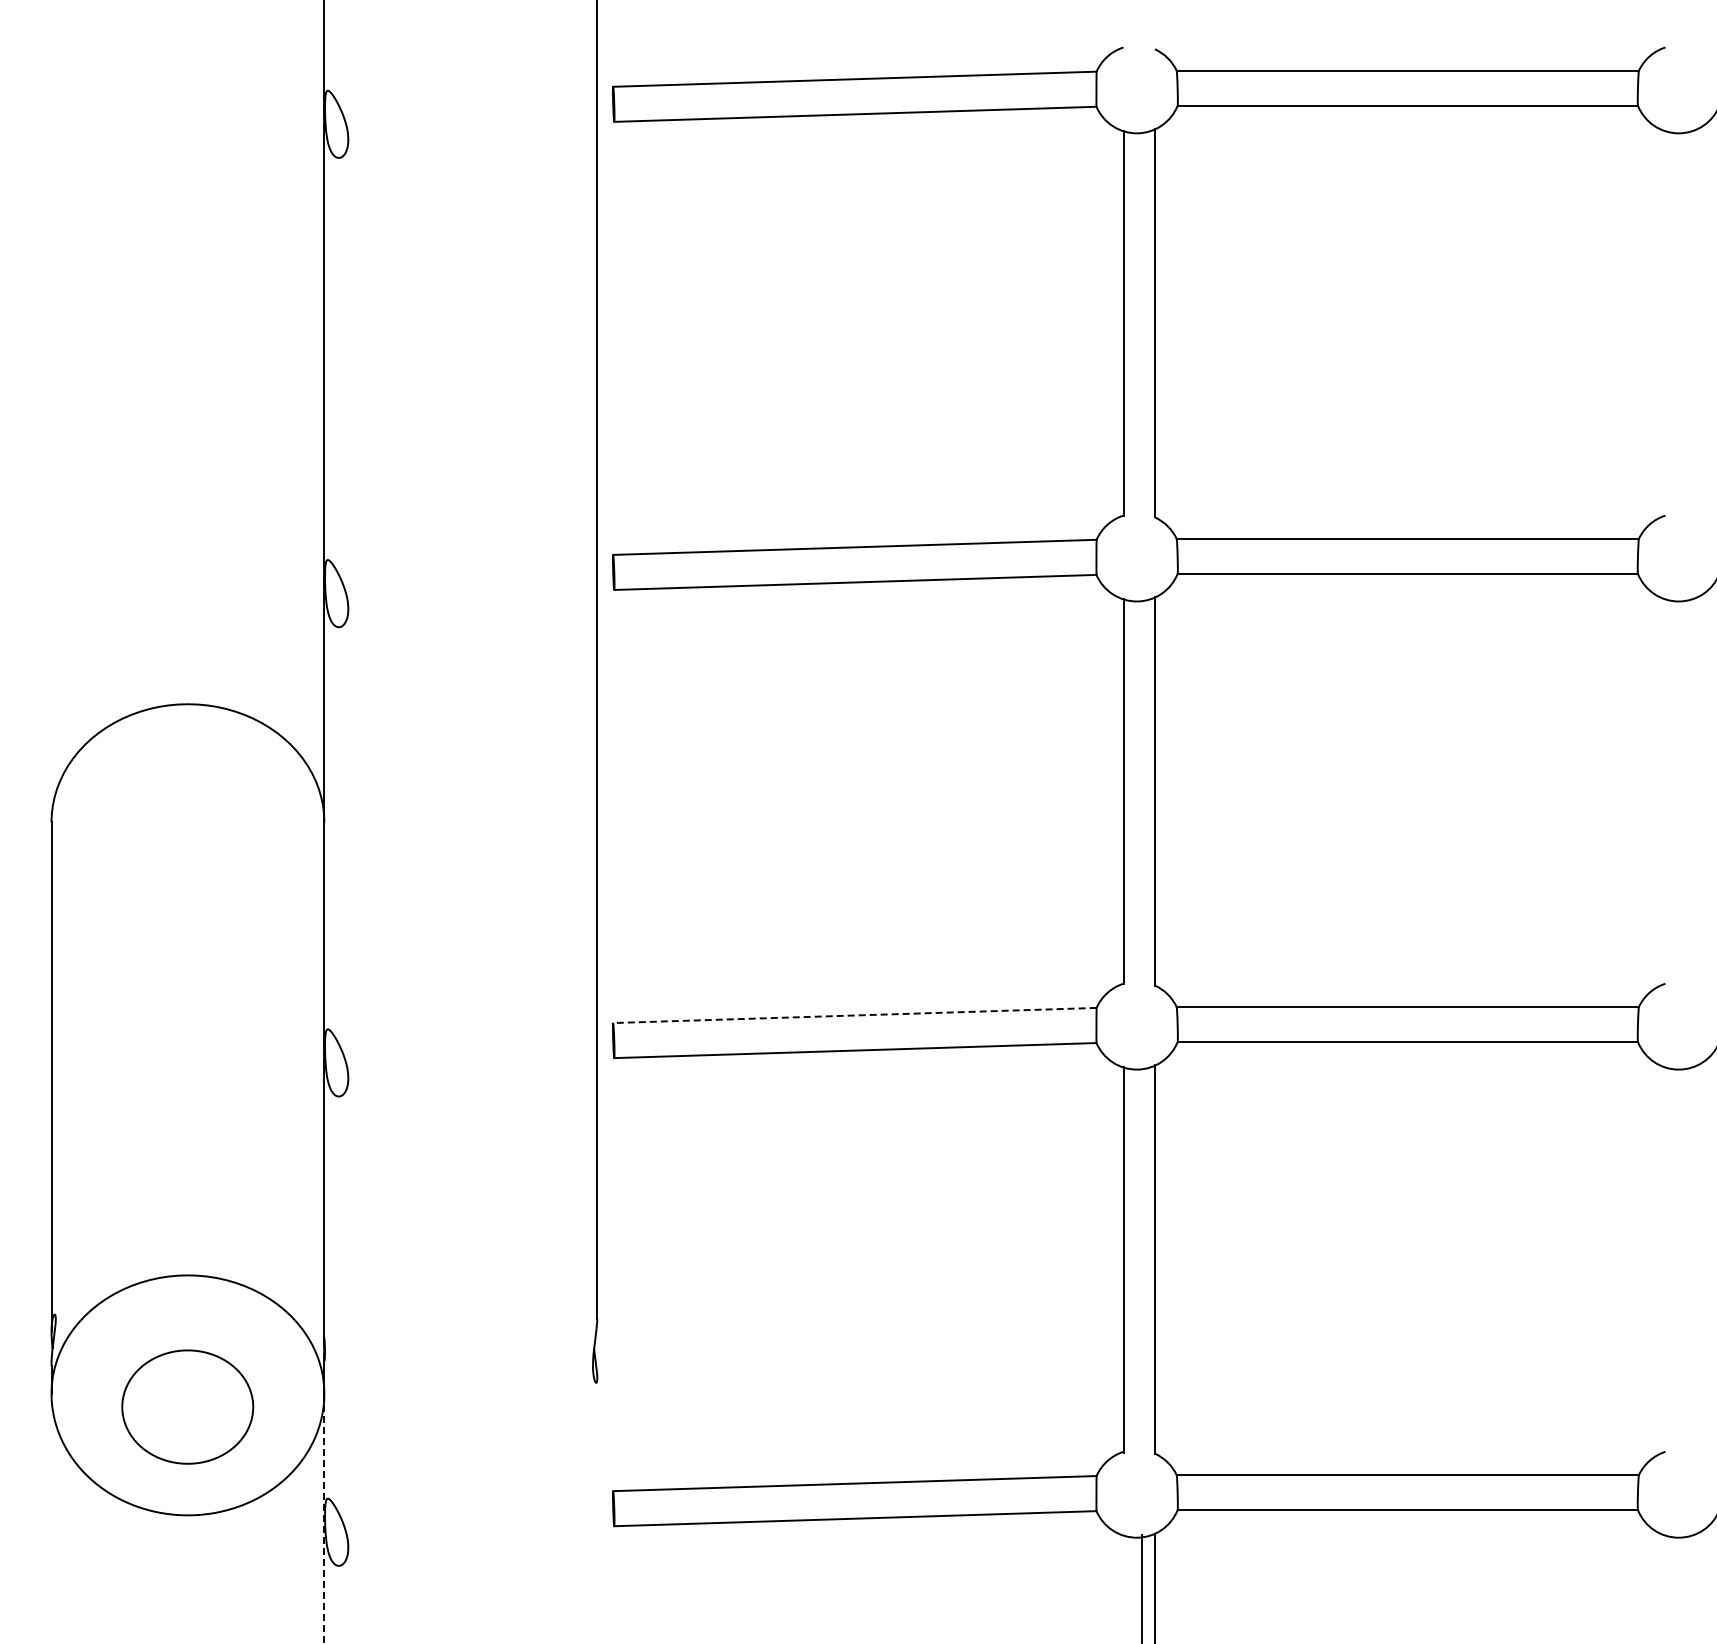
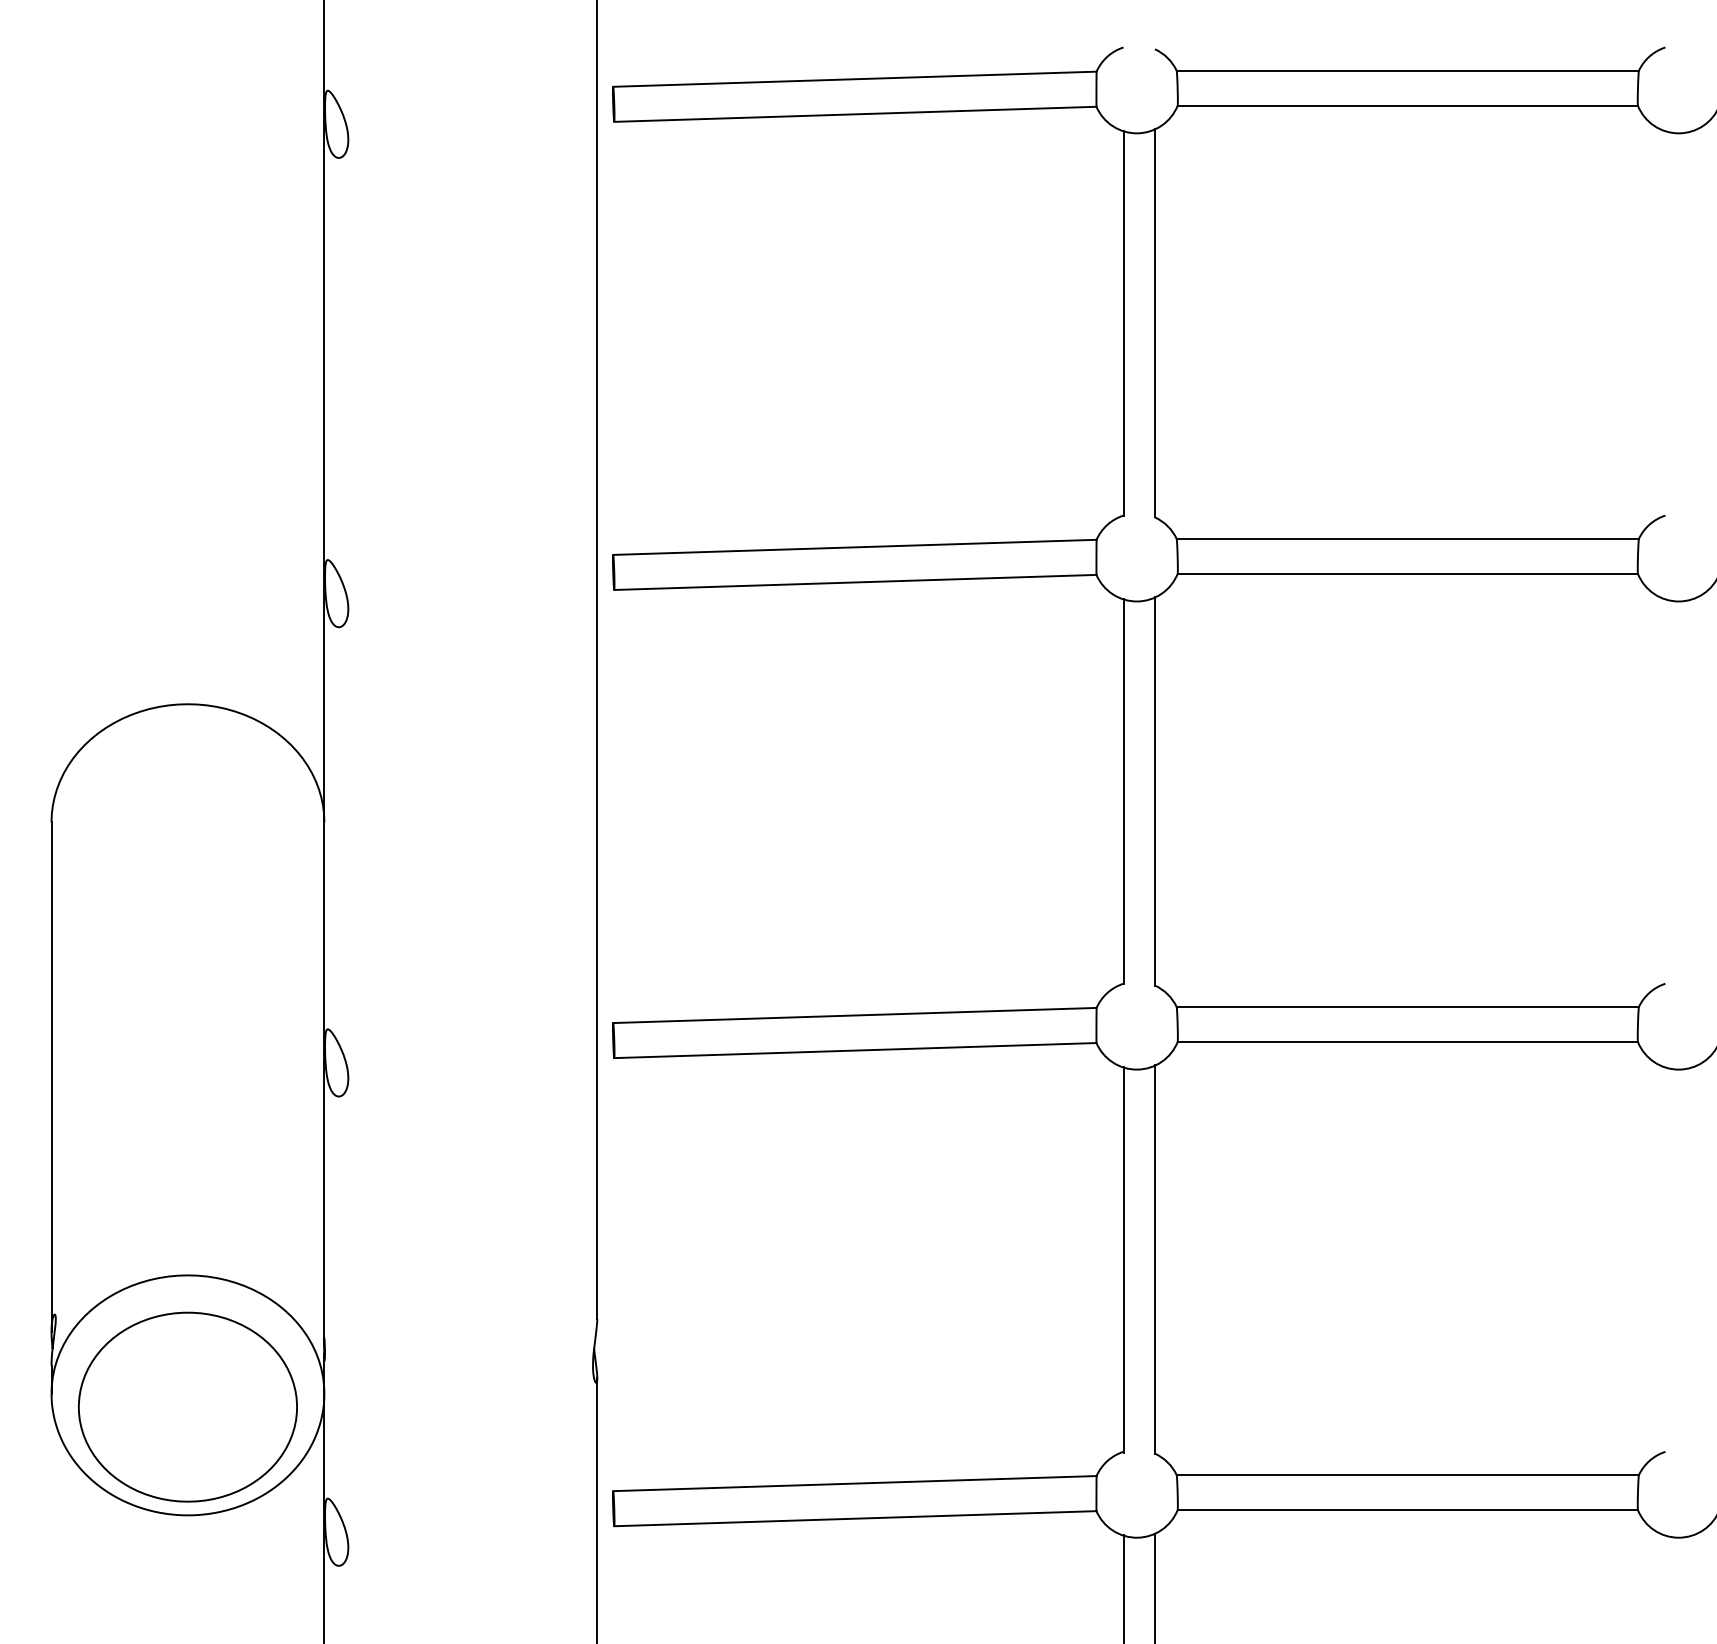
line at (854, 1015): dashed -> solid
part at (187, 1406) size: 134x116 px -> 221x192 px
line at (597, 1509): none -> present
line at (324, 1518): dashed -> solid
line at (1141, 1587) position: (1141, 1587) -> (1123, 1587)
